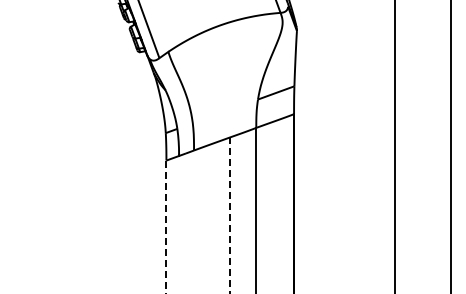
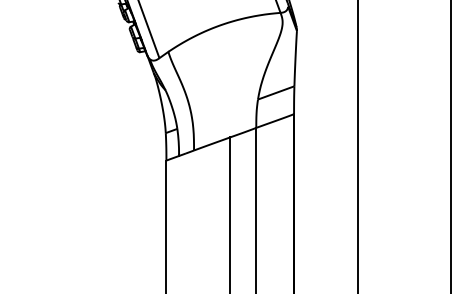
line at (395, 146) position: (395, 146) -> (358, 146)
line at (230, 215): dashed -> solid
line at (166, 227): dashed -> solid
